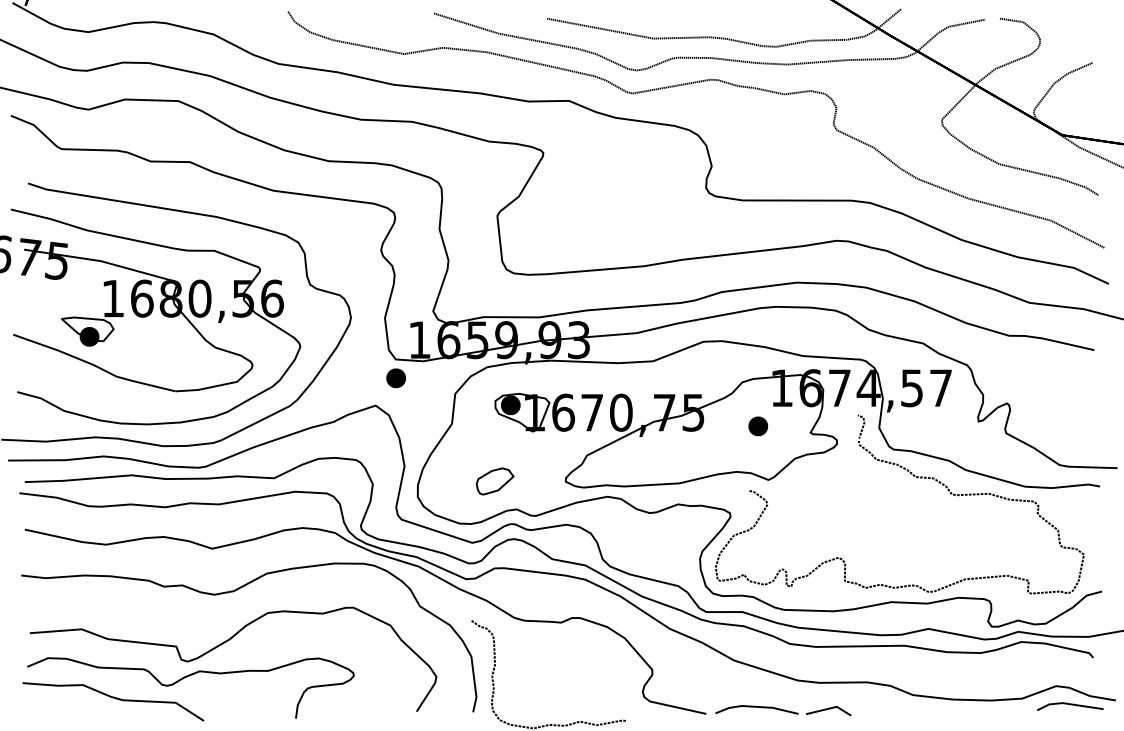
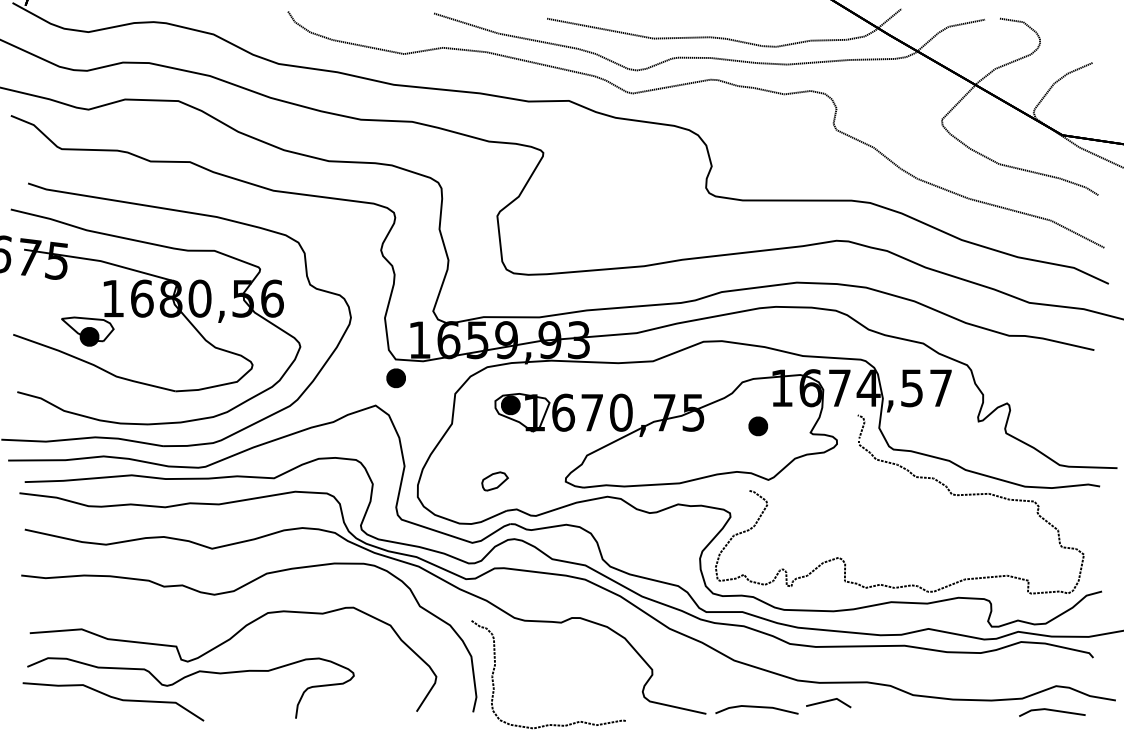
part at (494, 481) size: 40x29 px -> 28x21 px
line at (1070, 705) position: (1070, 705) -> (1052, 711)
line at (828, 709) position: (828, 709) -> (828, 701)
